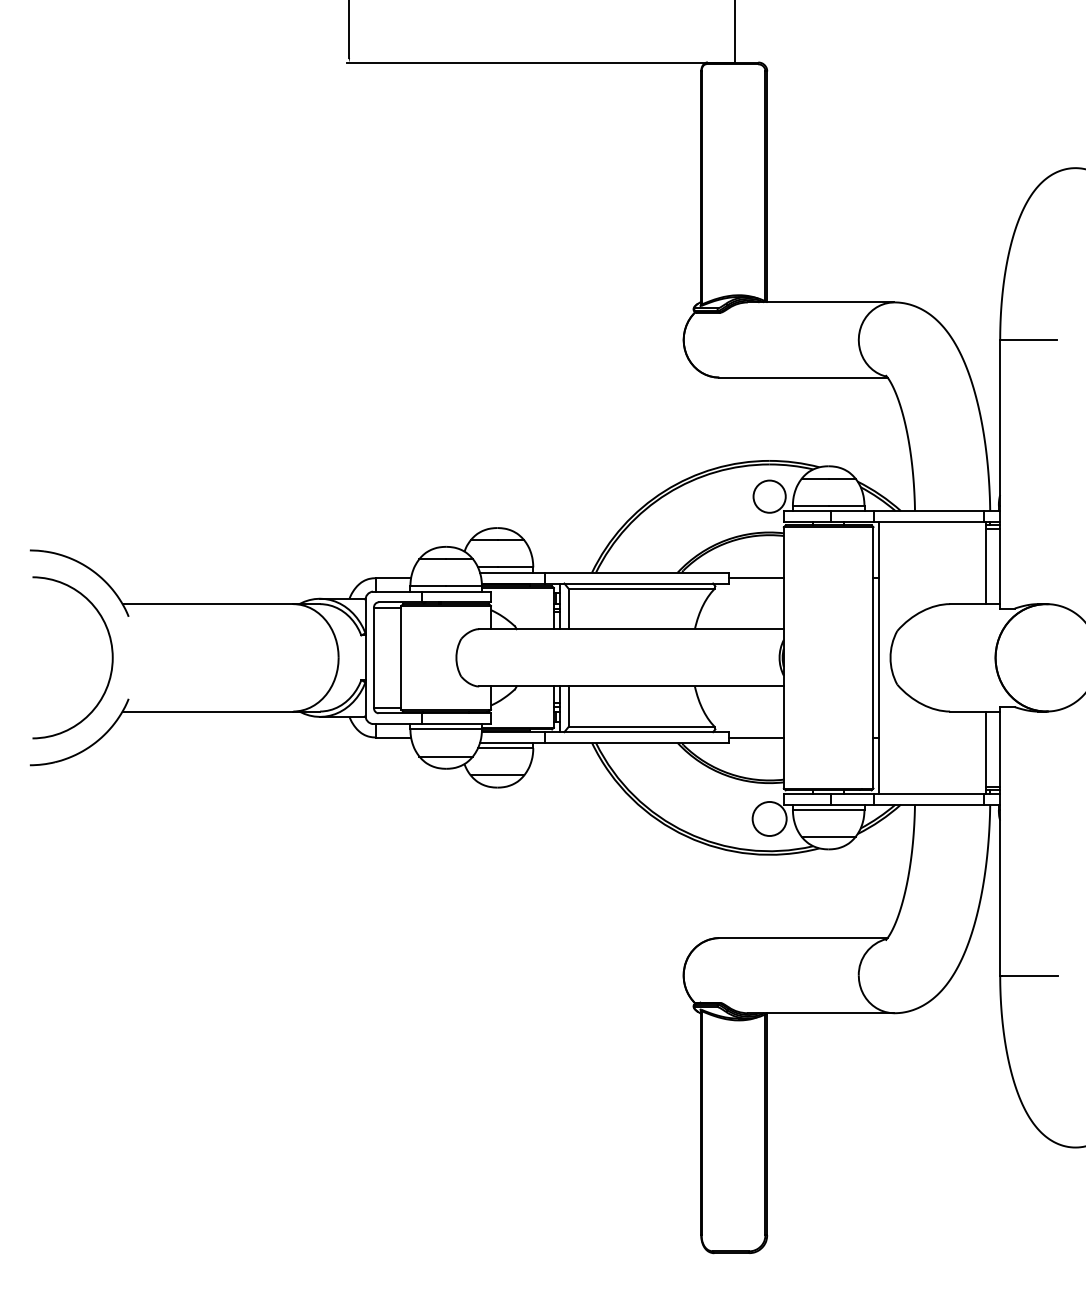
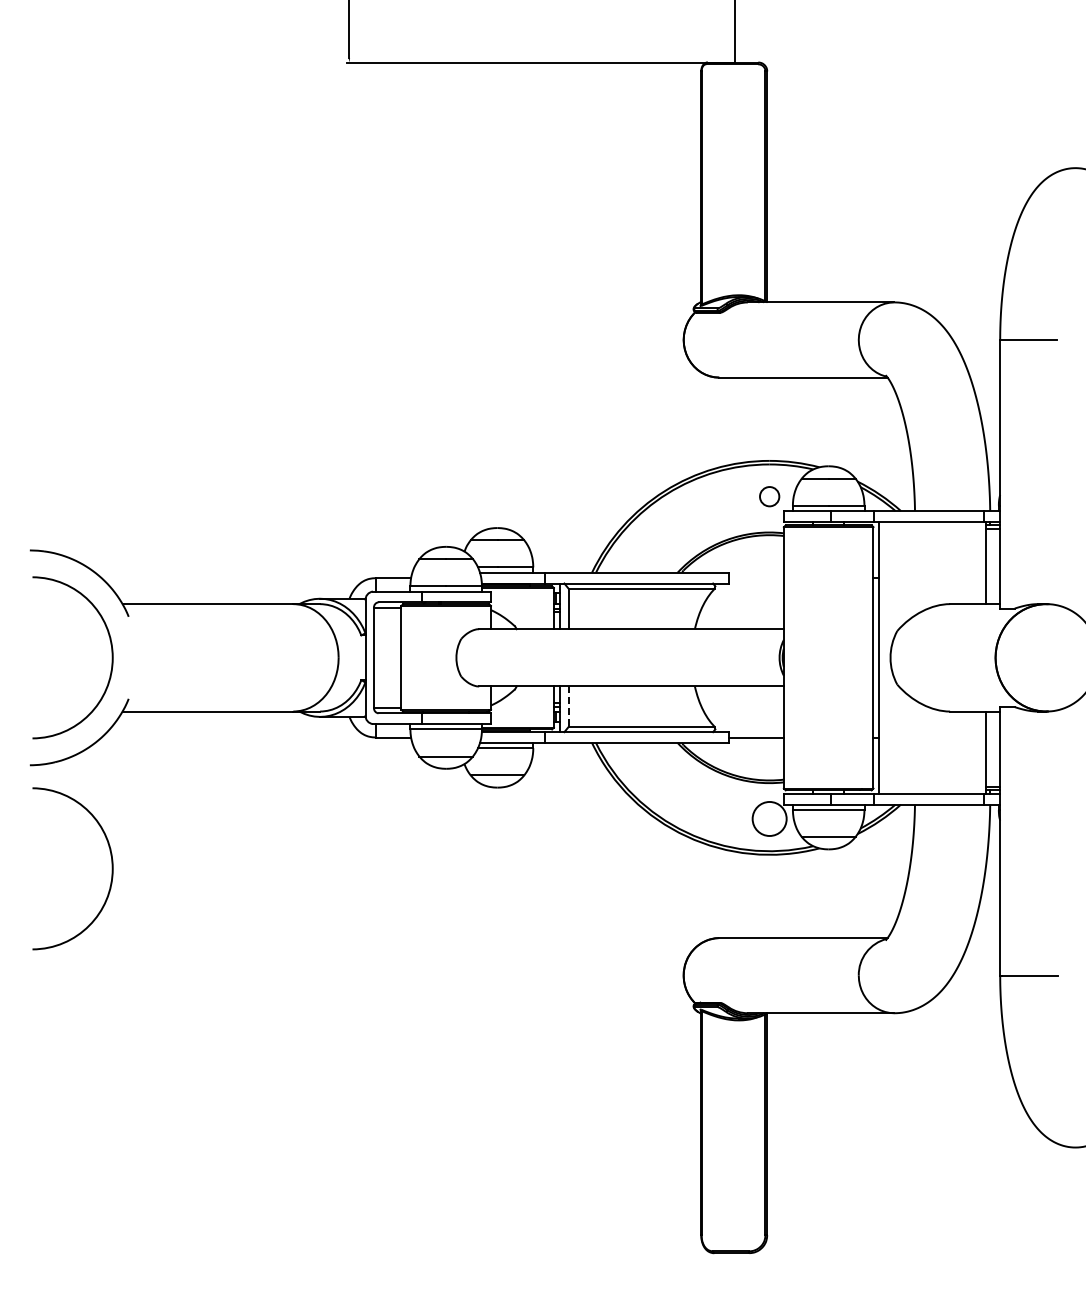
circle at (769, 496) diameter: 32 px -> 19 px
line at (755, 578): present -> none
line at (568, 707): solid -> dashed
arc at (111, 868): none -> present
